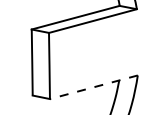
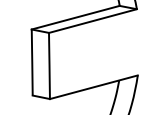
line at (93, 87): dashed -> solid
